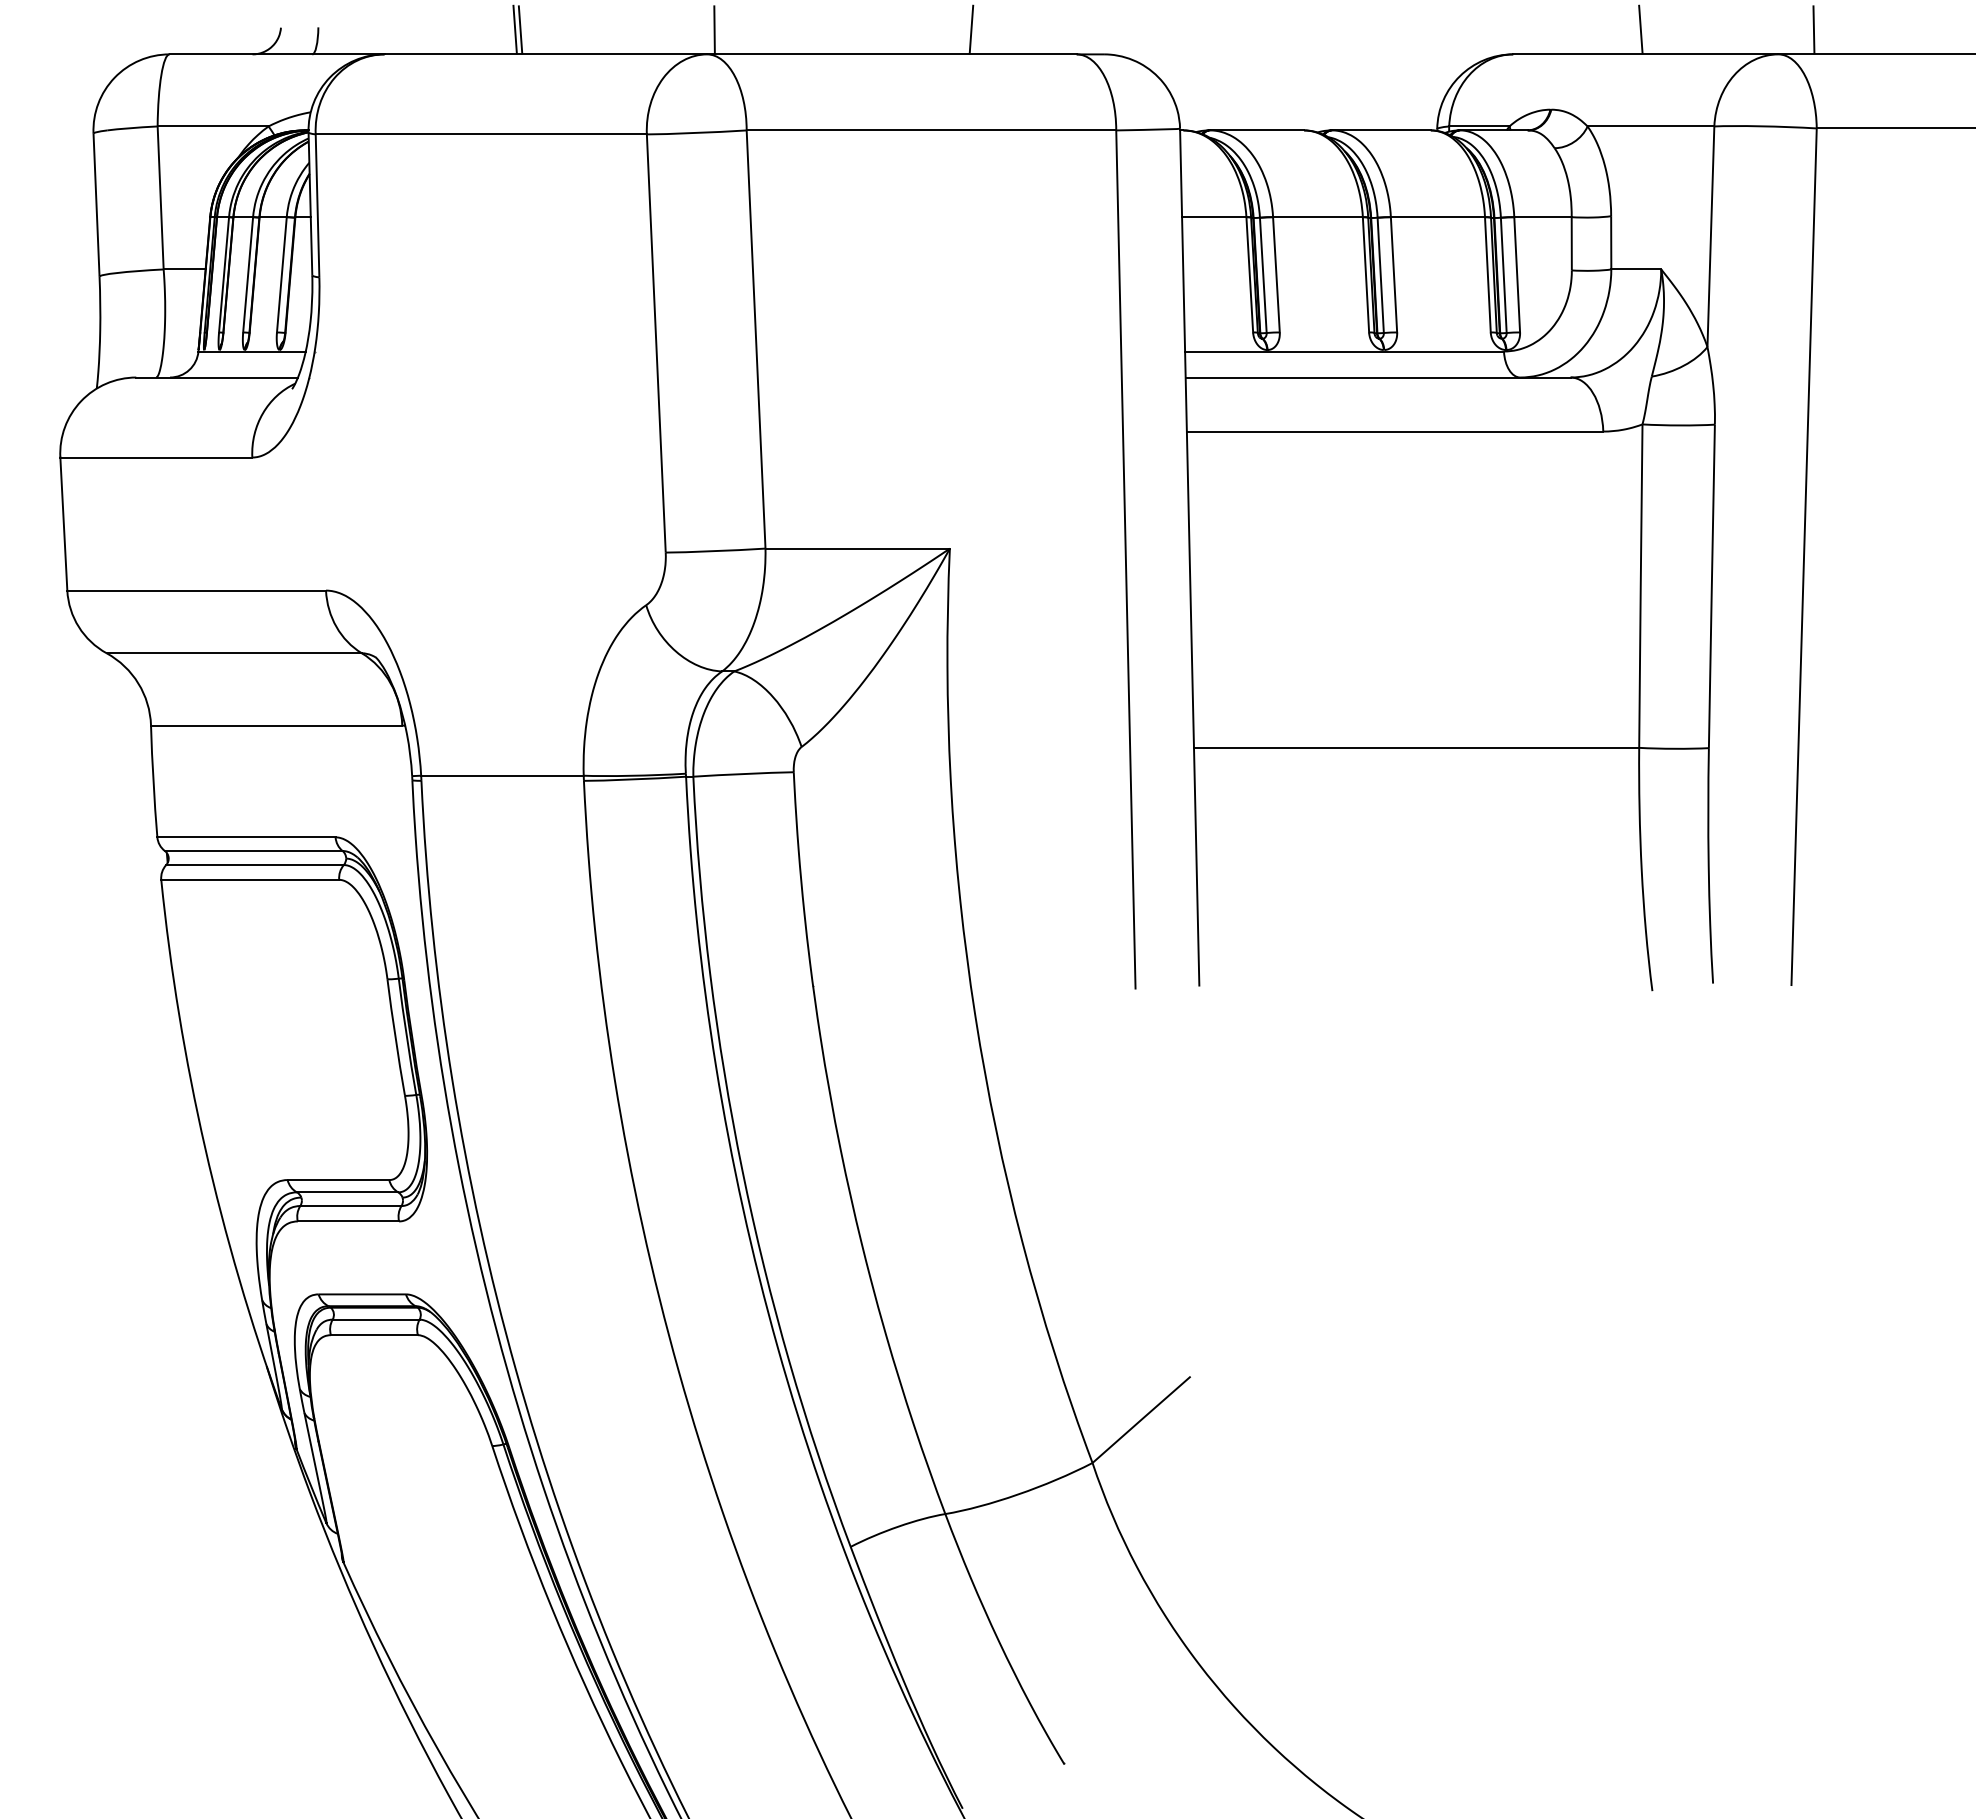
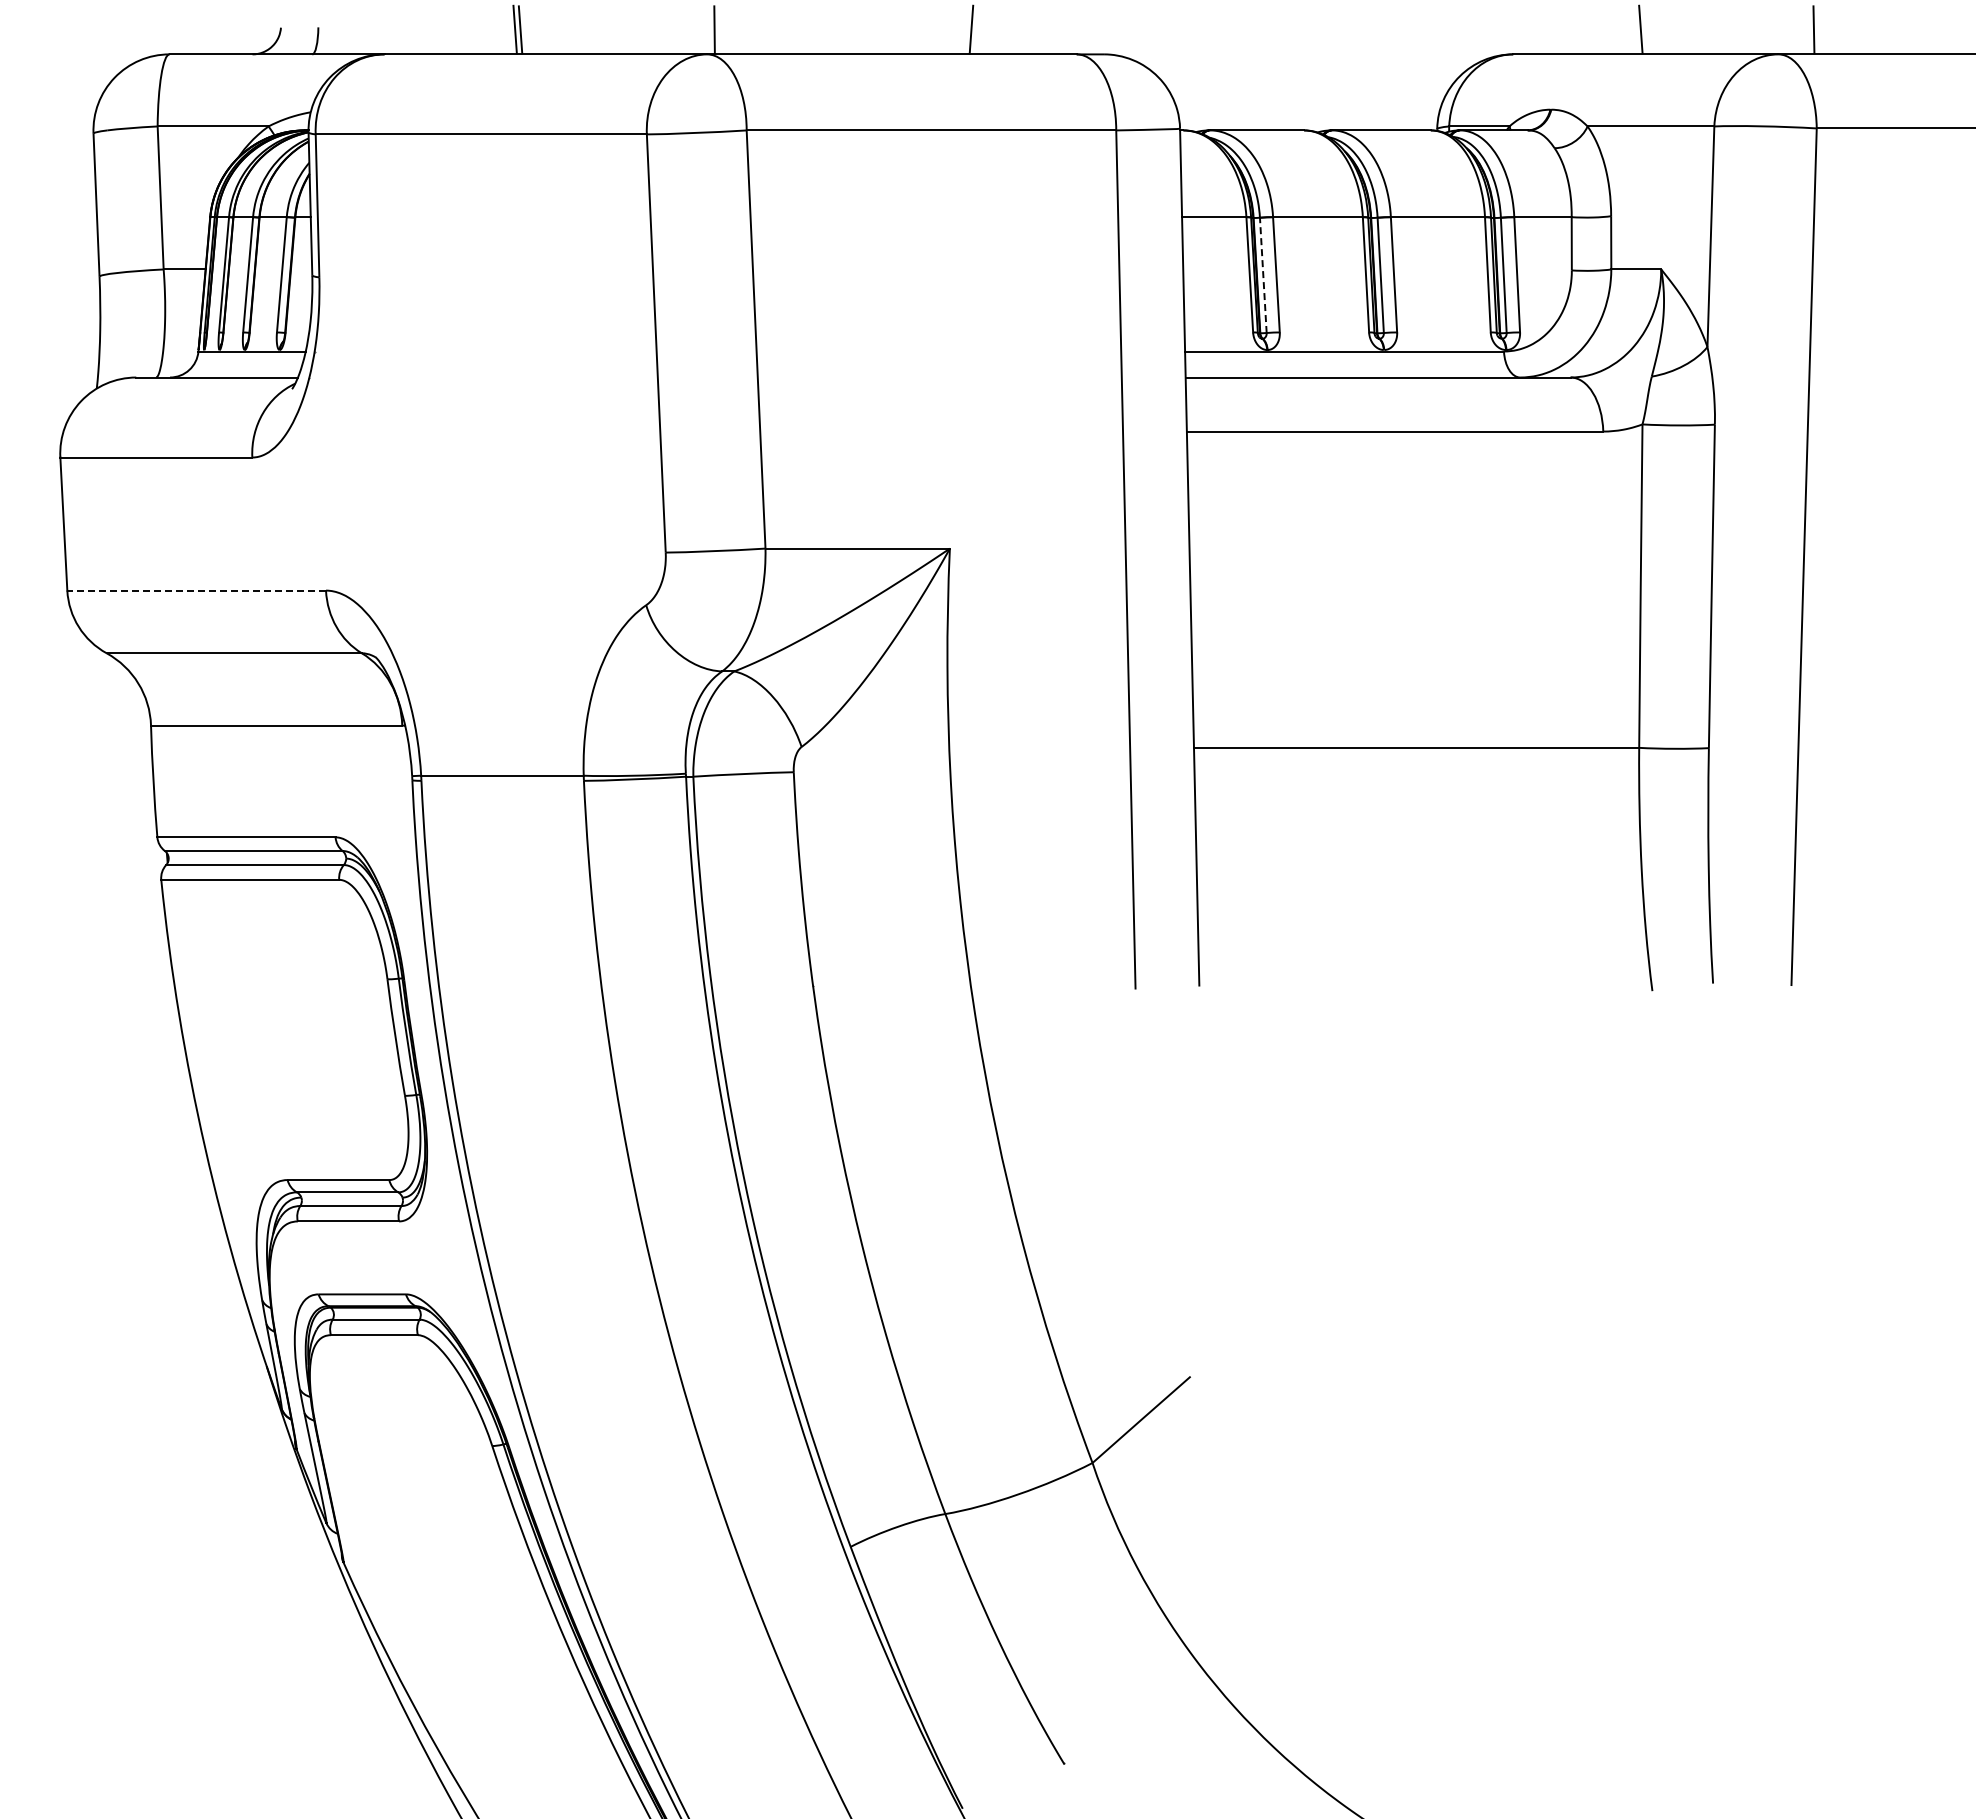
line at (1263, 275): solid -> dashed
line at (196, 590): solid -> dashed
